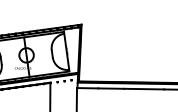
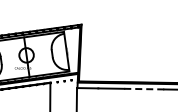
line at (144, 89): solid -> dashed
